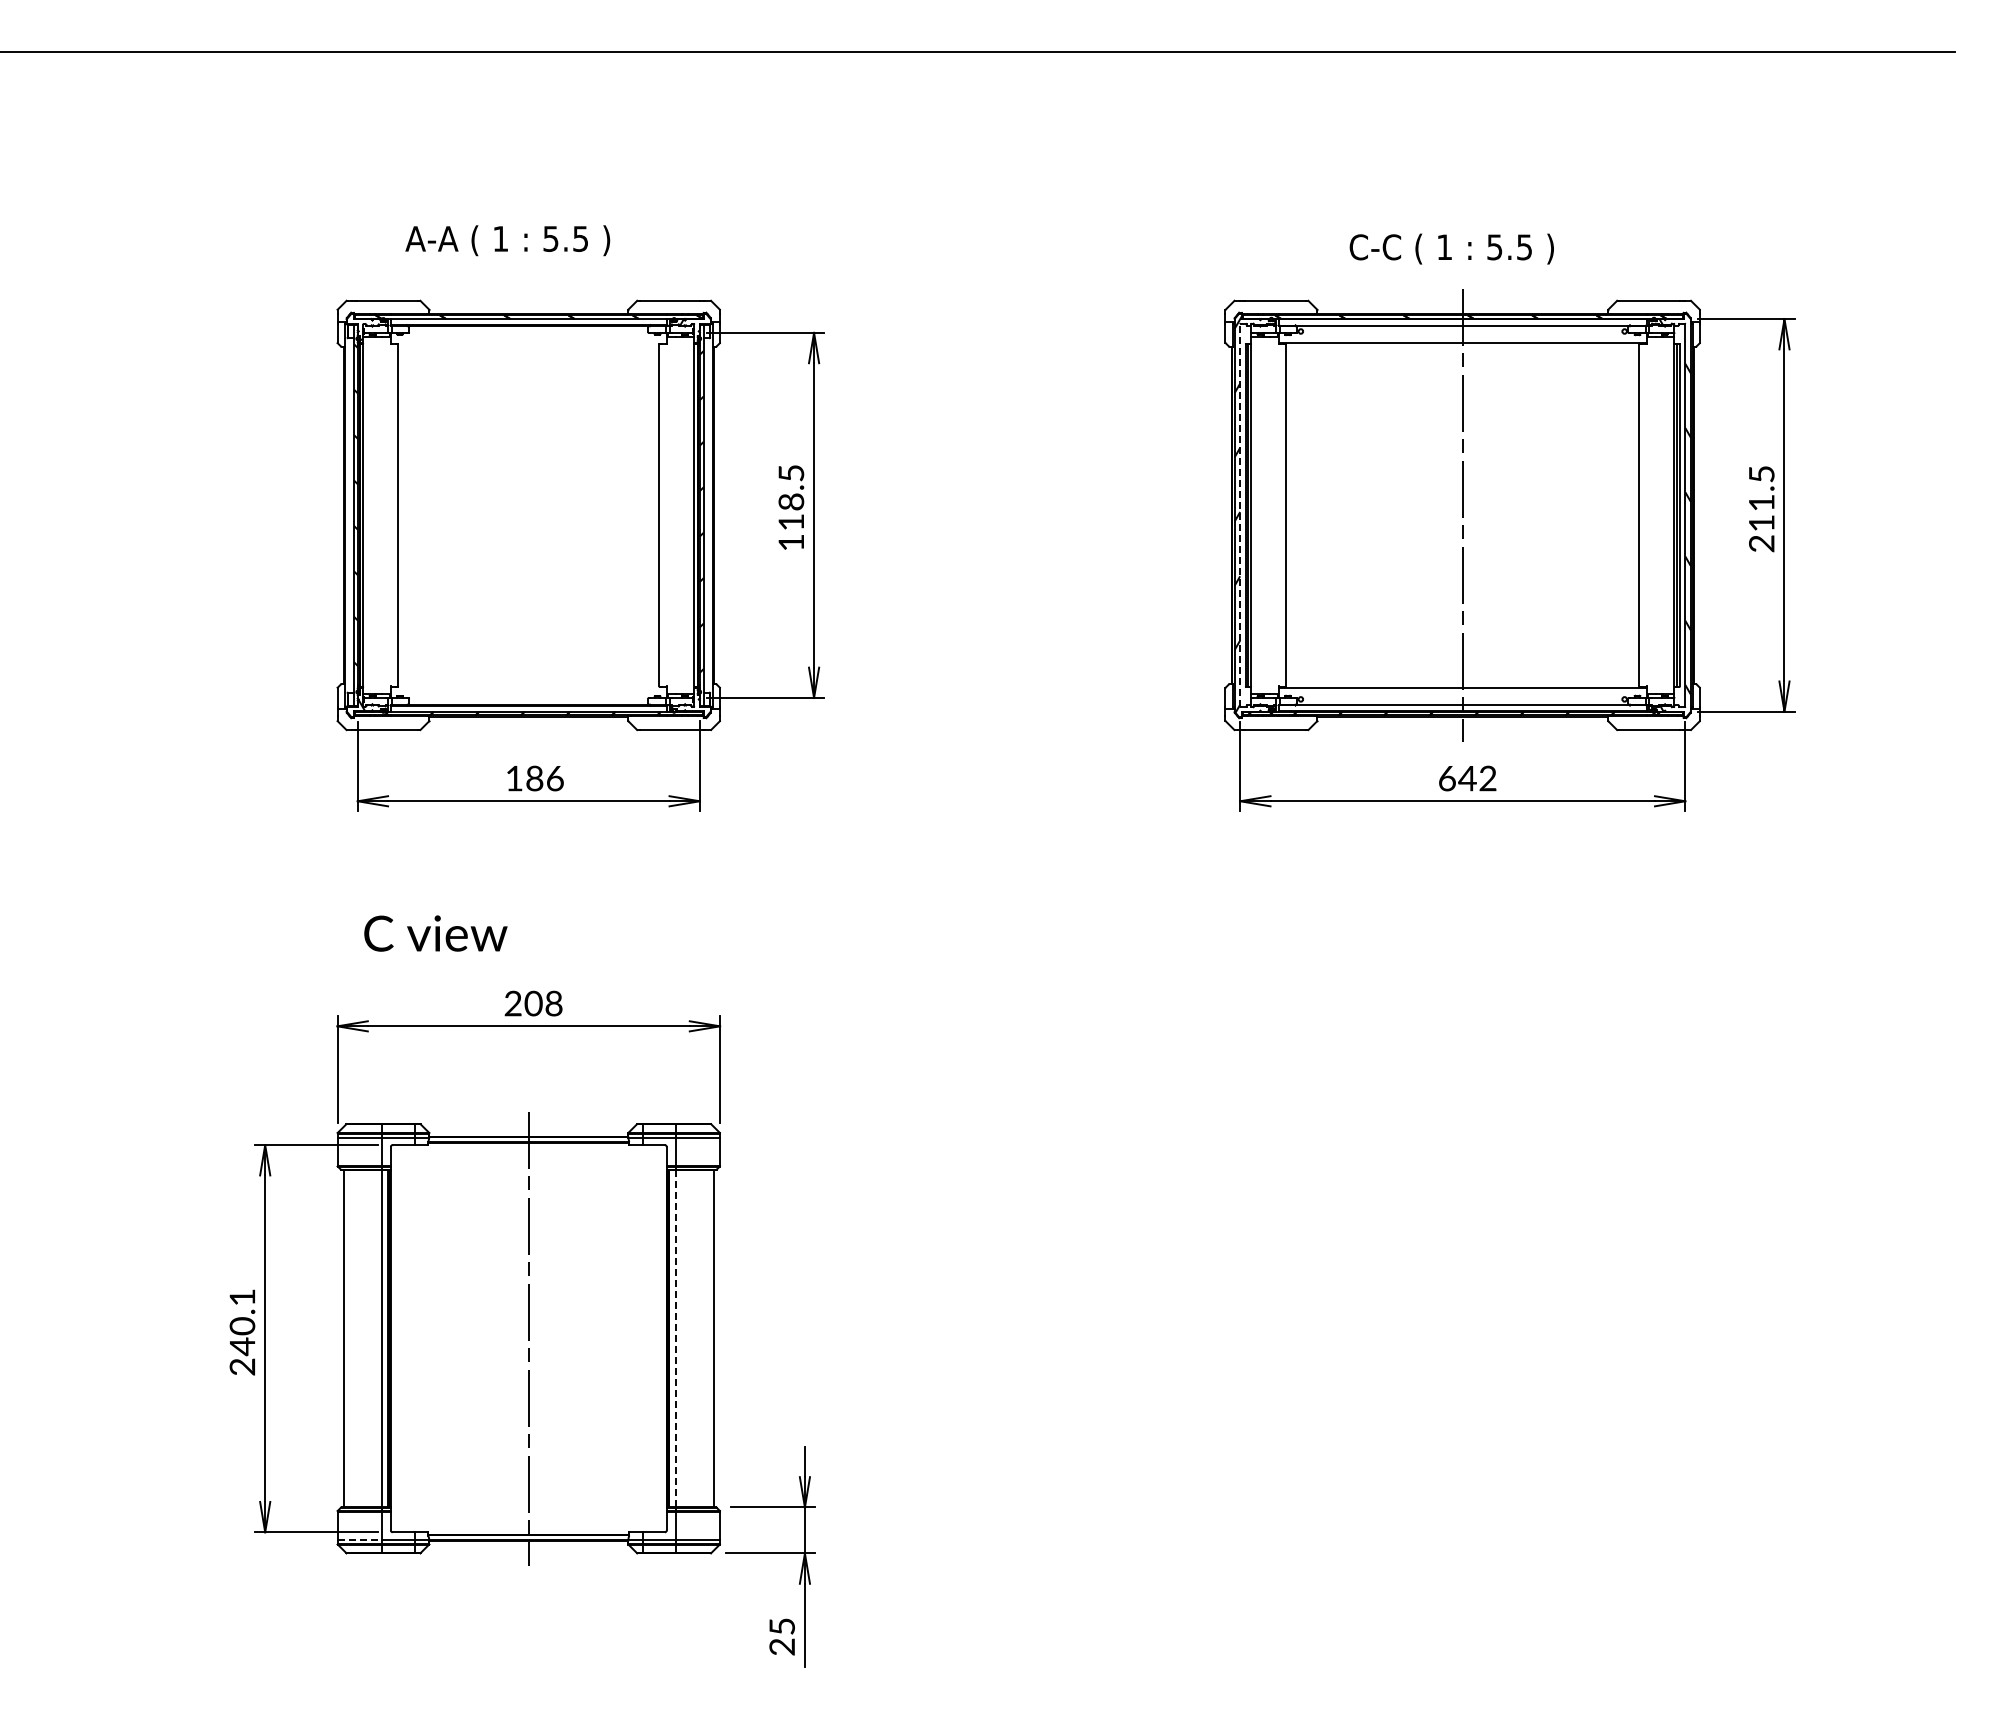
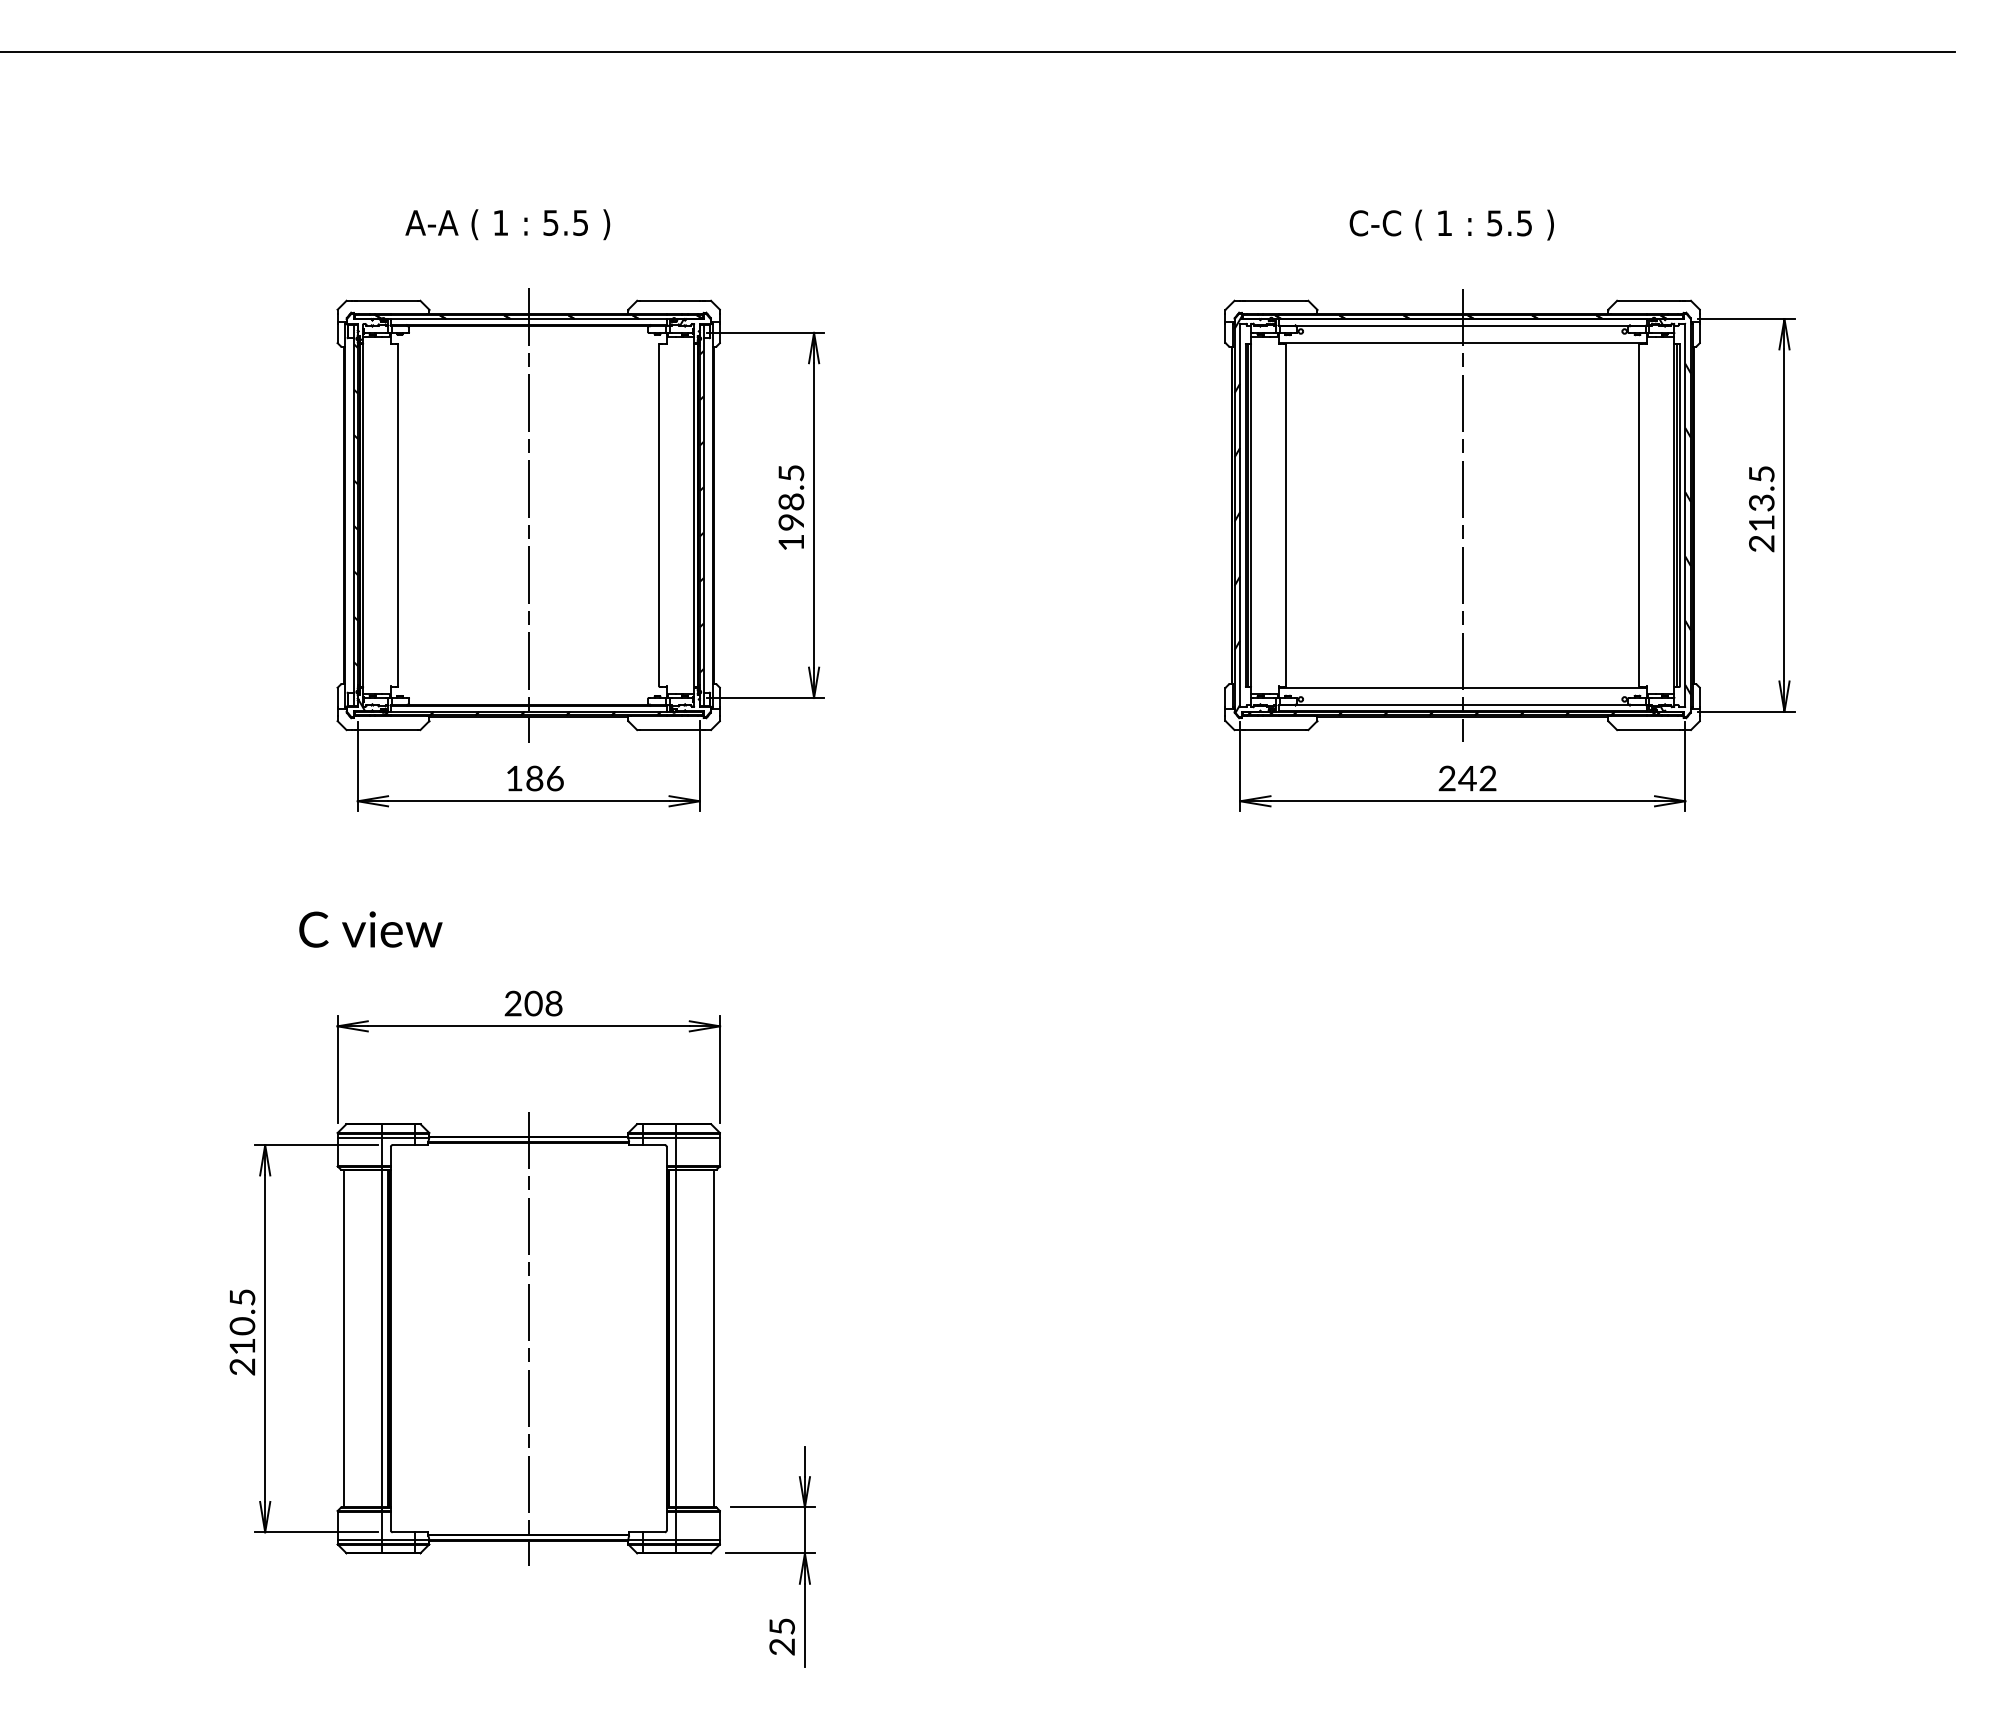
text at (507, 240) position: (507, 240) -> (507, 224)
text at (1451, 248) position: (1451, 248) -> (1451, 224)
text at (1761, 502): 211.5 -> 213.5
line at (1240, 514): dashed -> solid
line at (528, 515): none -> present
text at (790, 522): 118.5 -> 198.5
text at (1446, 778): 642 -> 242
text at (435, 933) position: (435, 933) -> (370, 929)
text at (242, 1322): 240.1 -> 210.5
line at (675, 1338): dashed -> solid
line at (360, 1539): dashed -> solid
